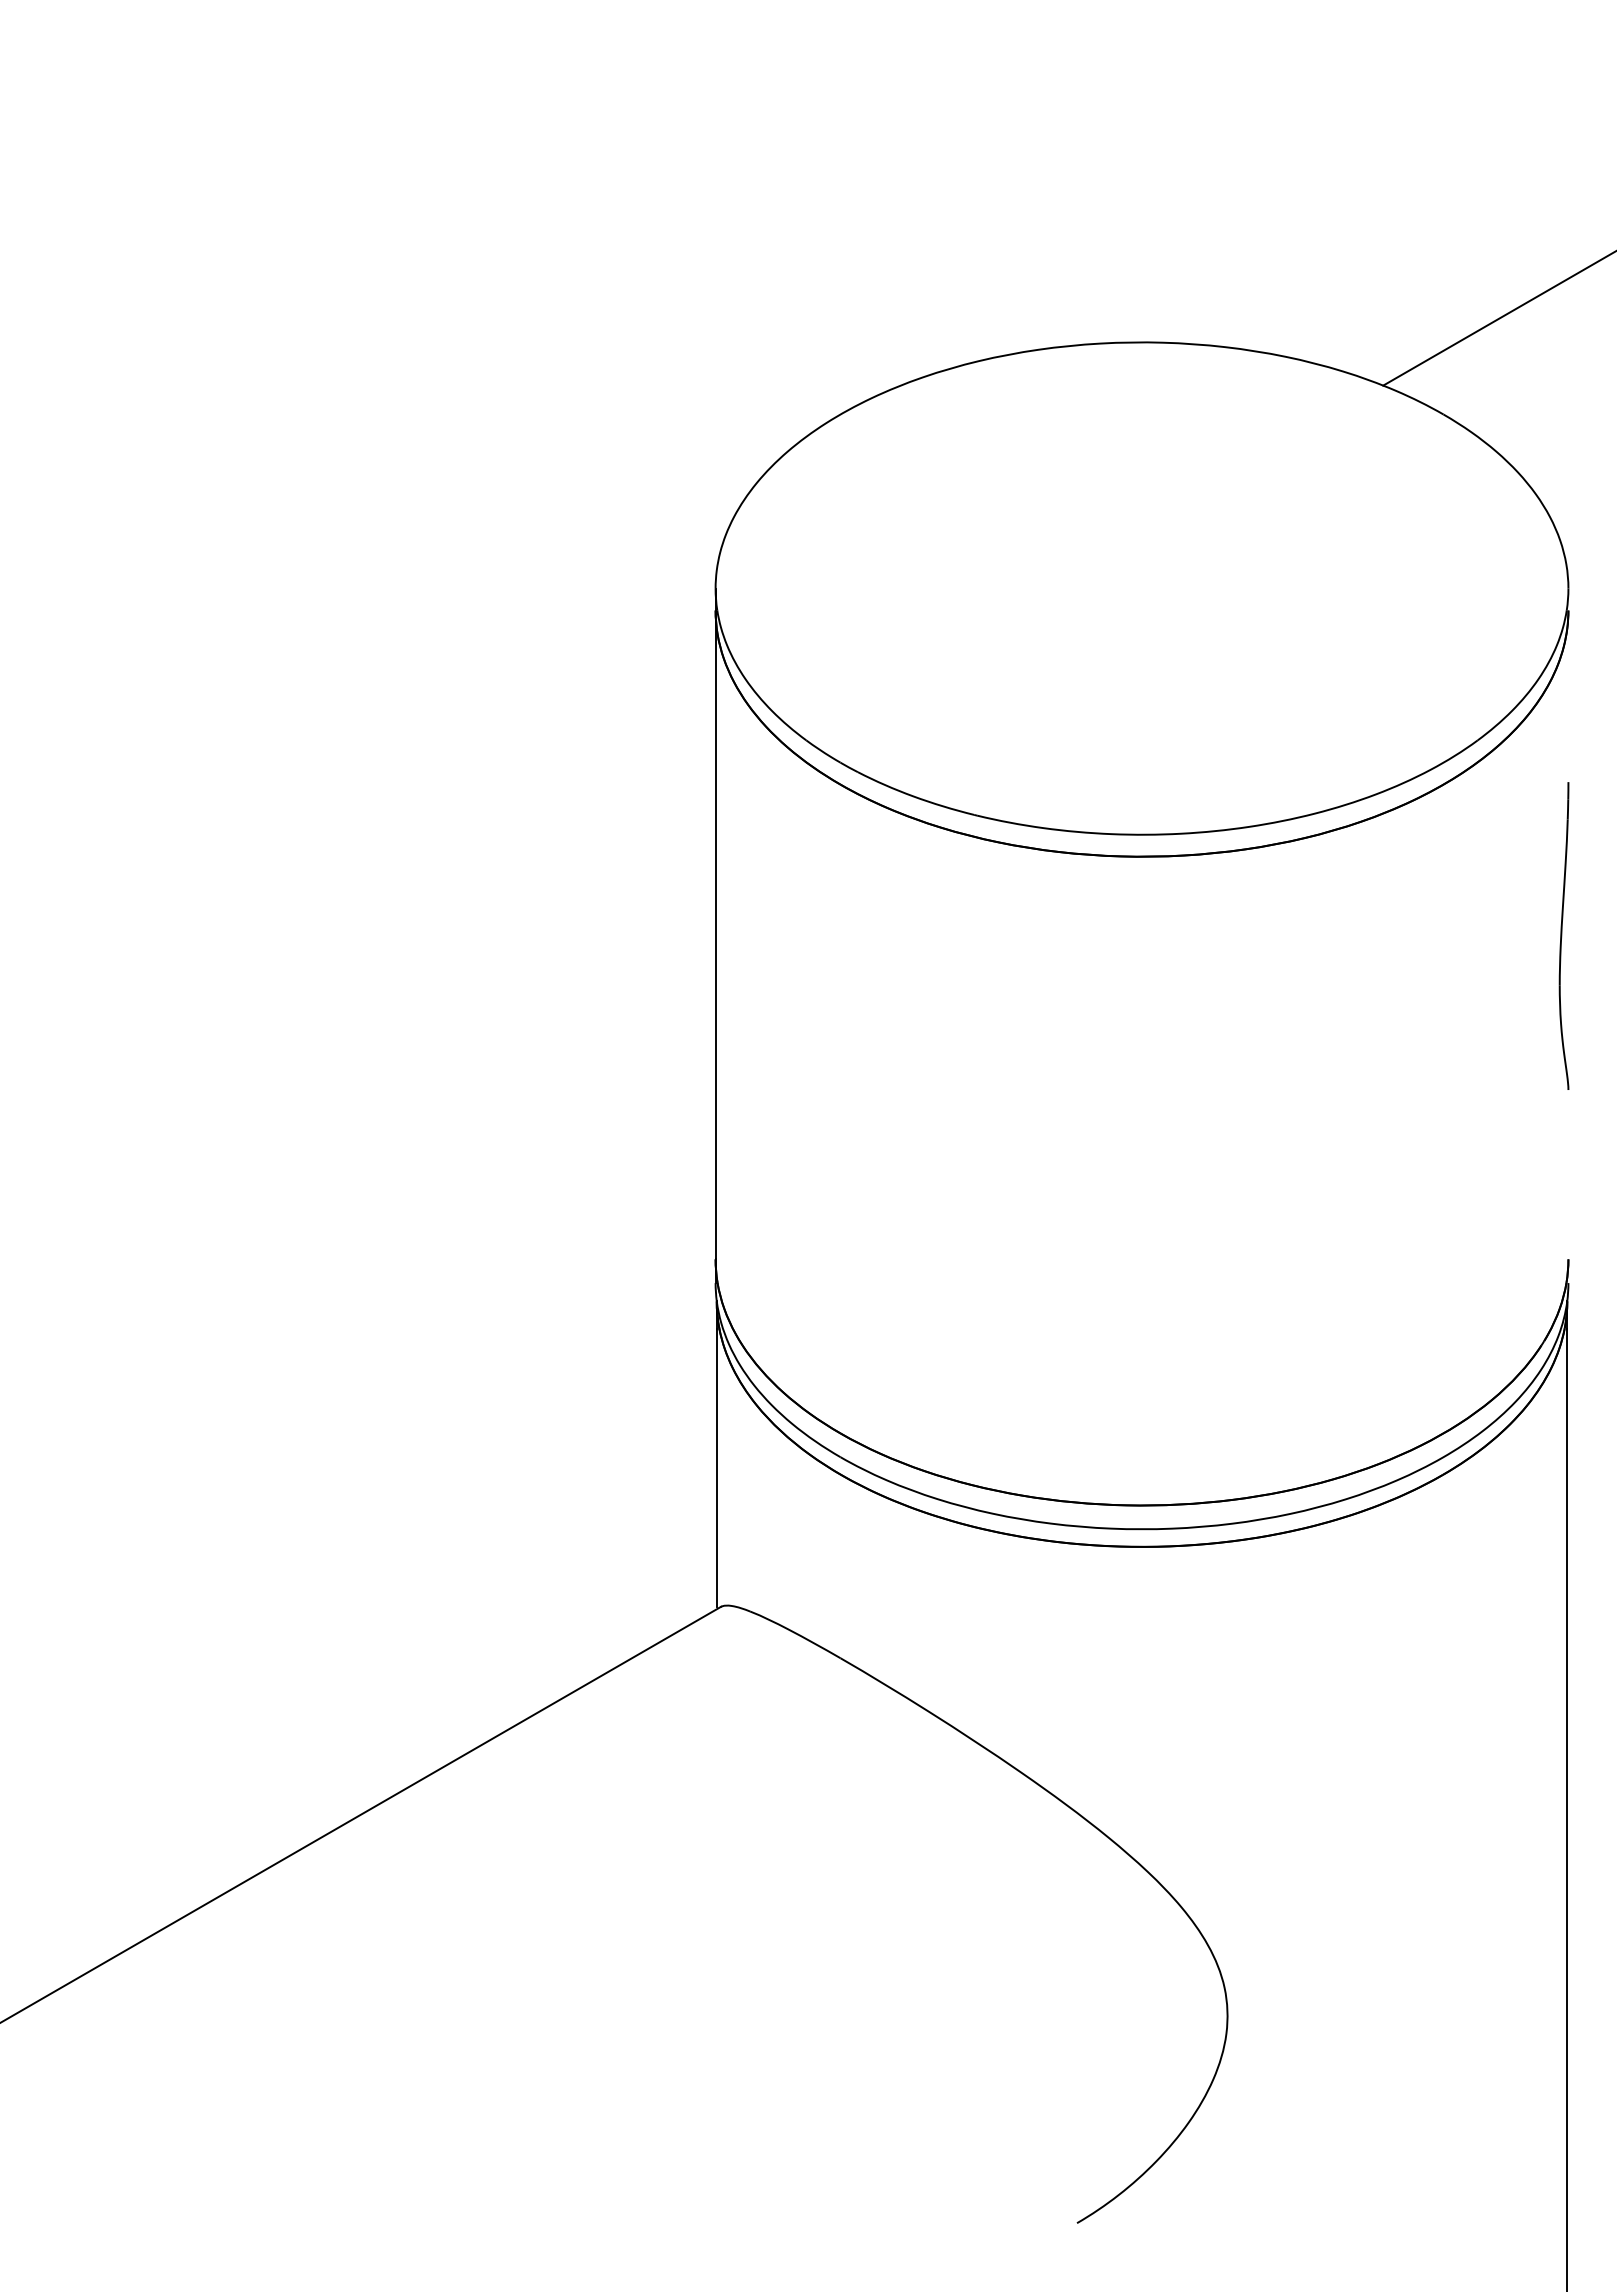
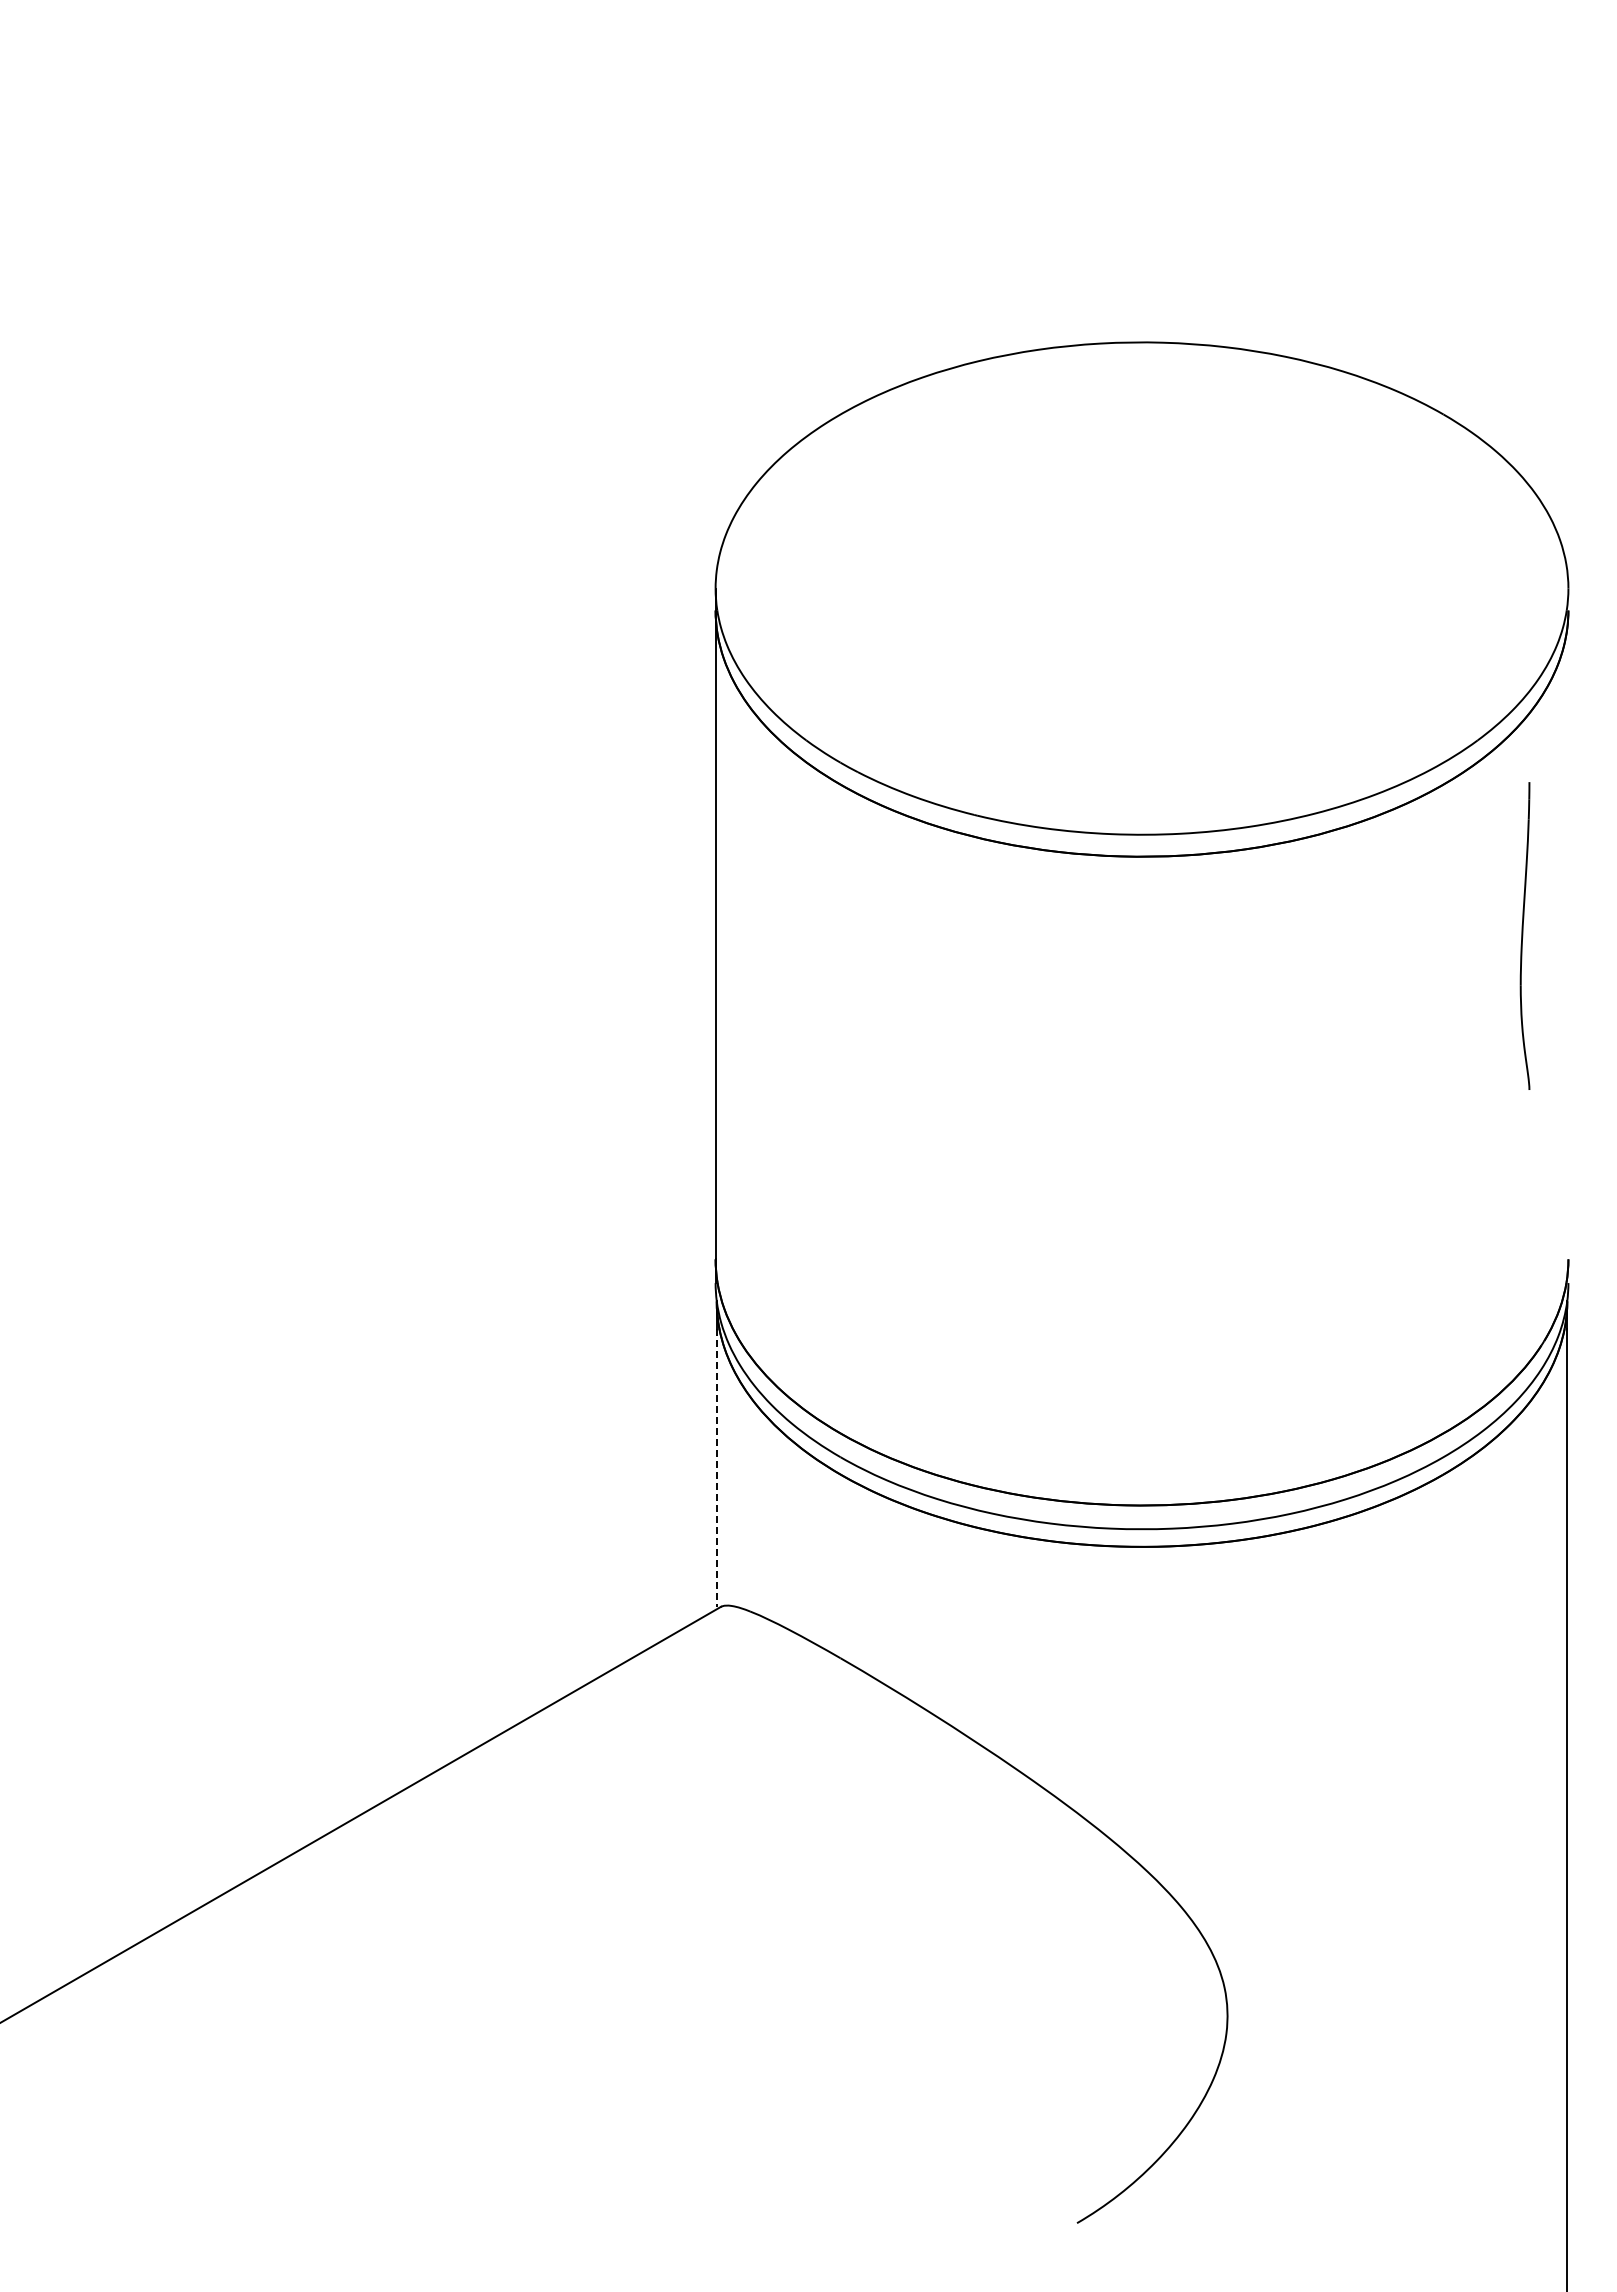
line at (1498, 318): present -> none
part at (1563, 935) position: (1563, 935) -> (1524, 935)
line at (716, 1468): solid -> dashed
